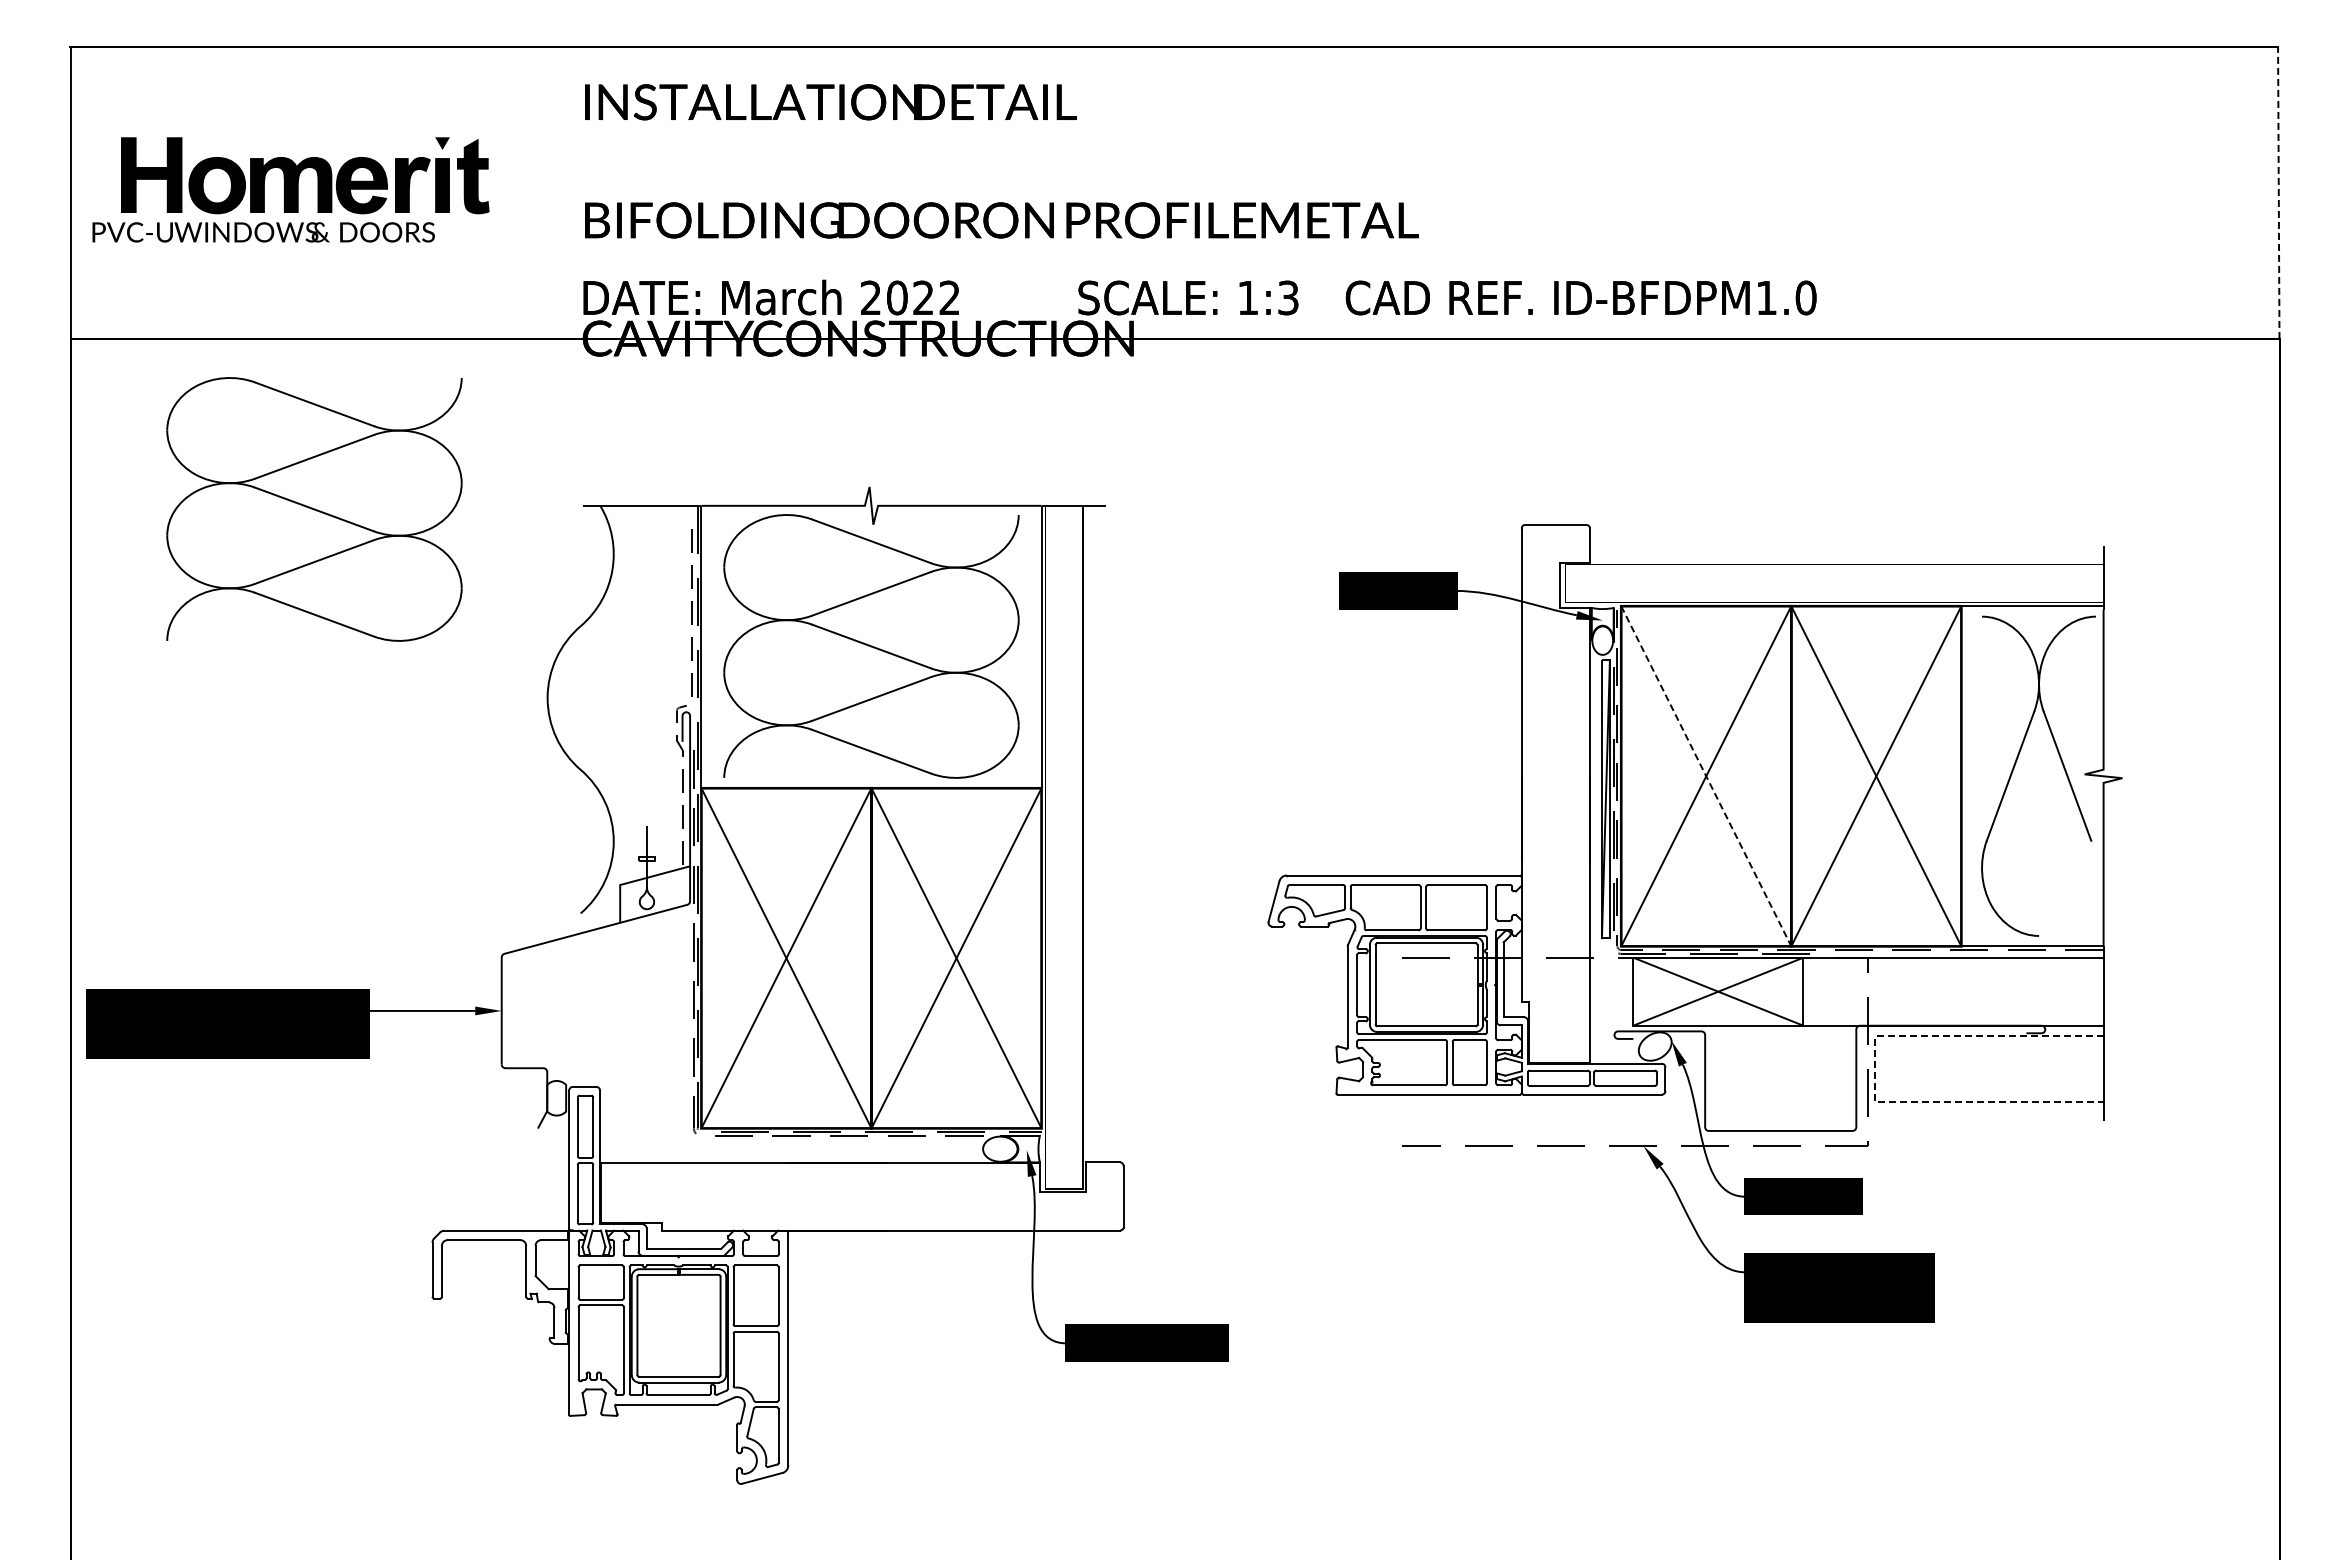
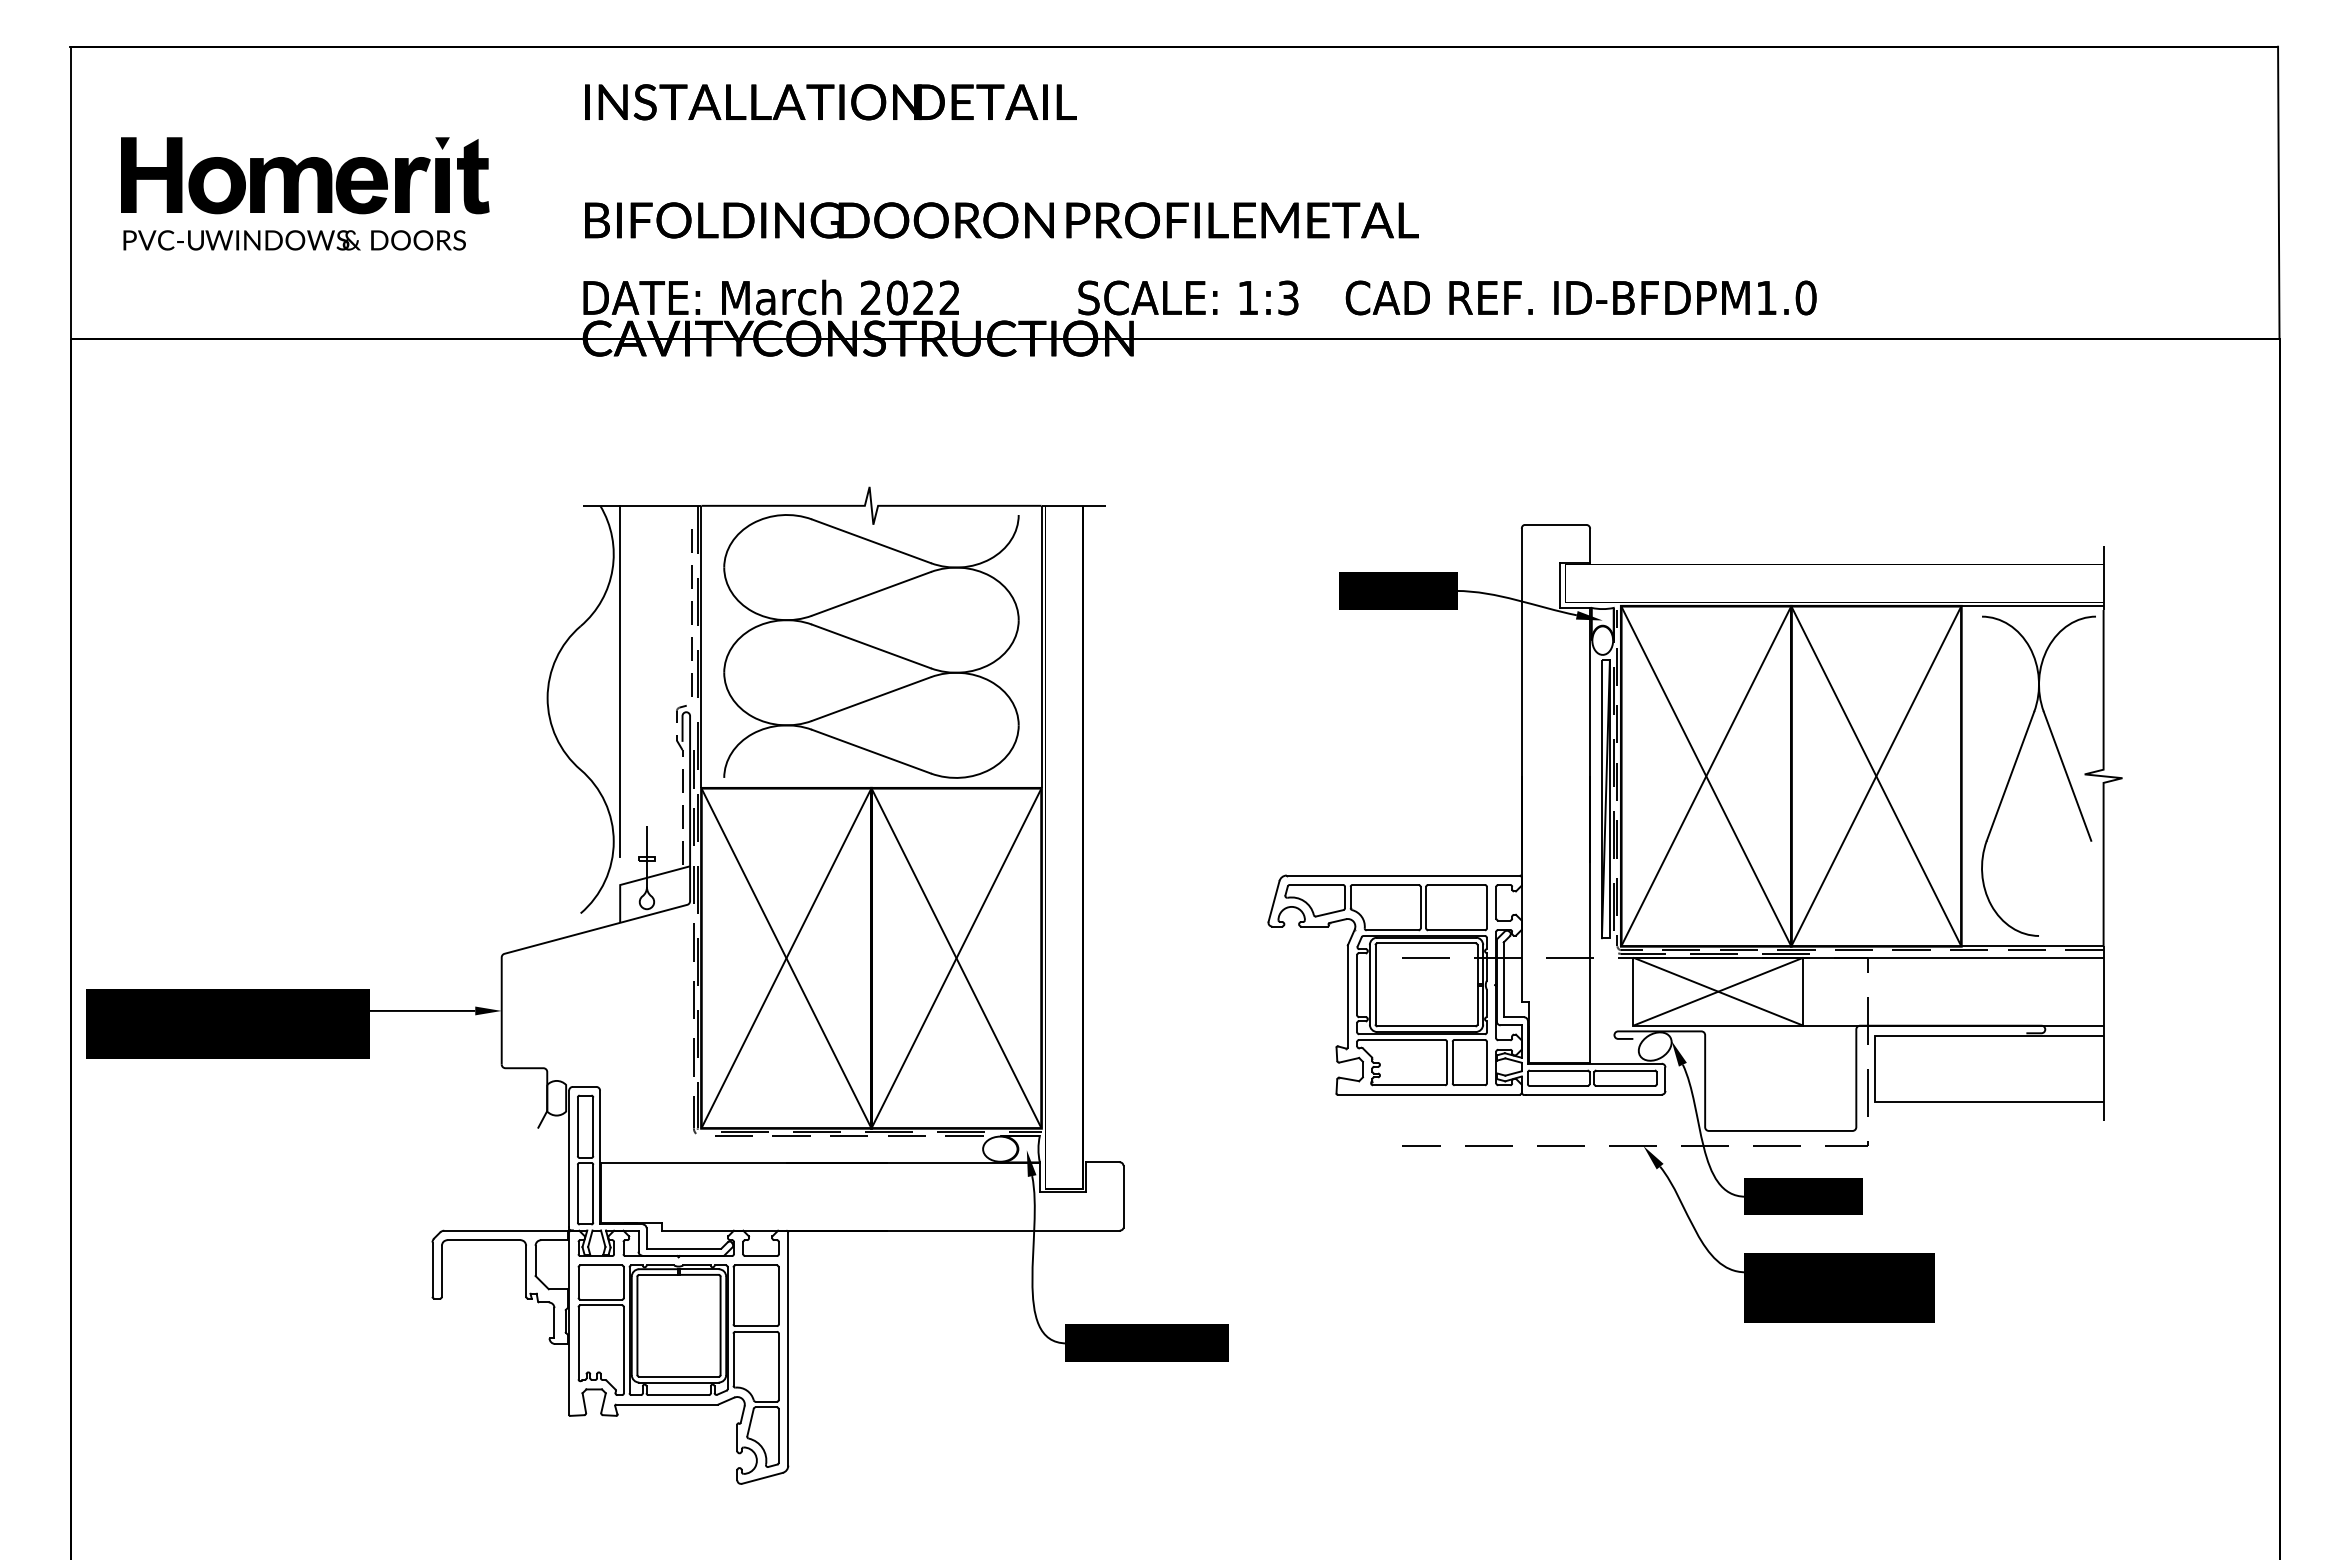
line at (2278, 192): dashed -> solid
text at (263, 232) position: (263, 232) -> (294, 240)
part at (314, 509): present -> none
line at (620, 680): none -> present
line at (1706, 776): dashed -> solid
line at (1875, 1069): dashed -> solid
